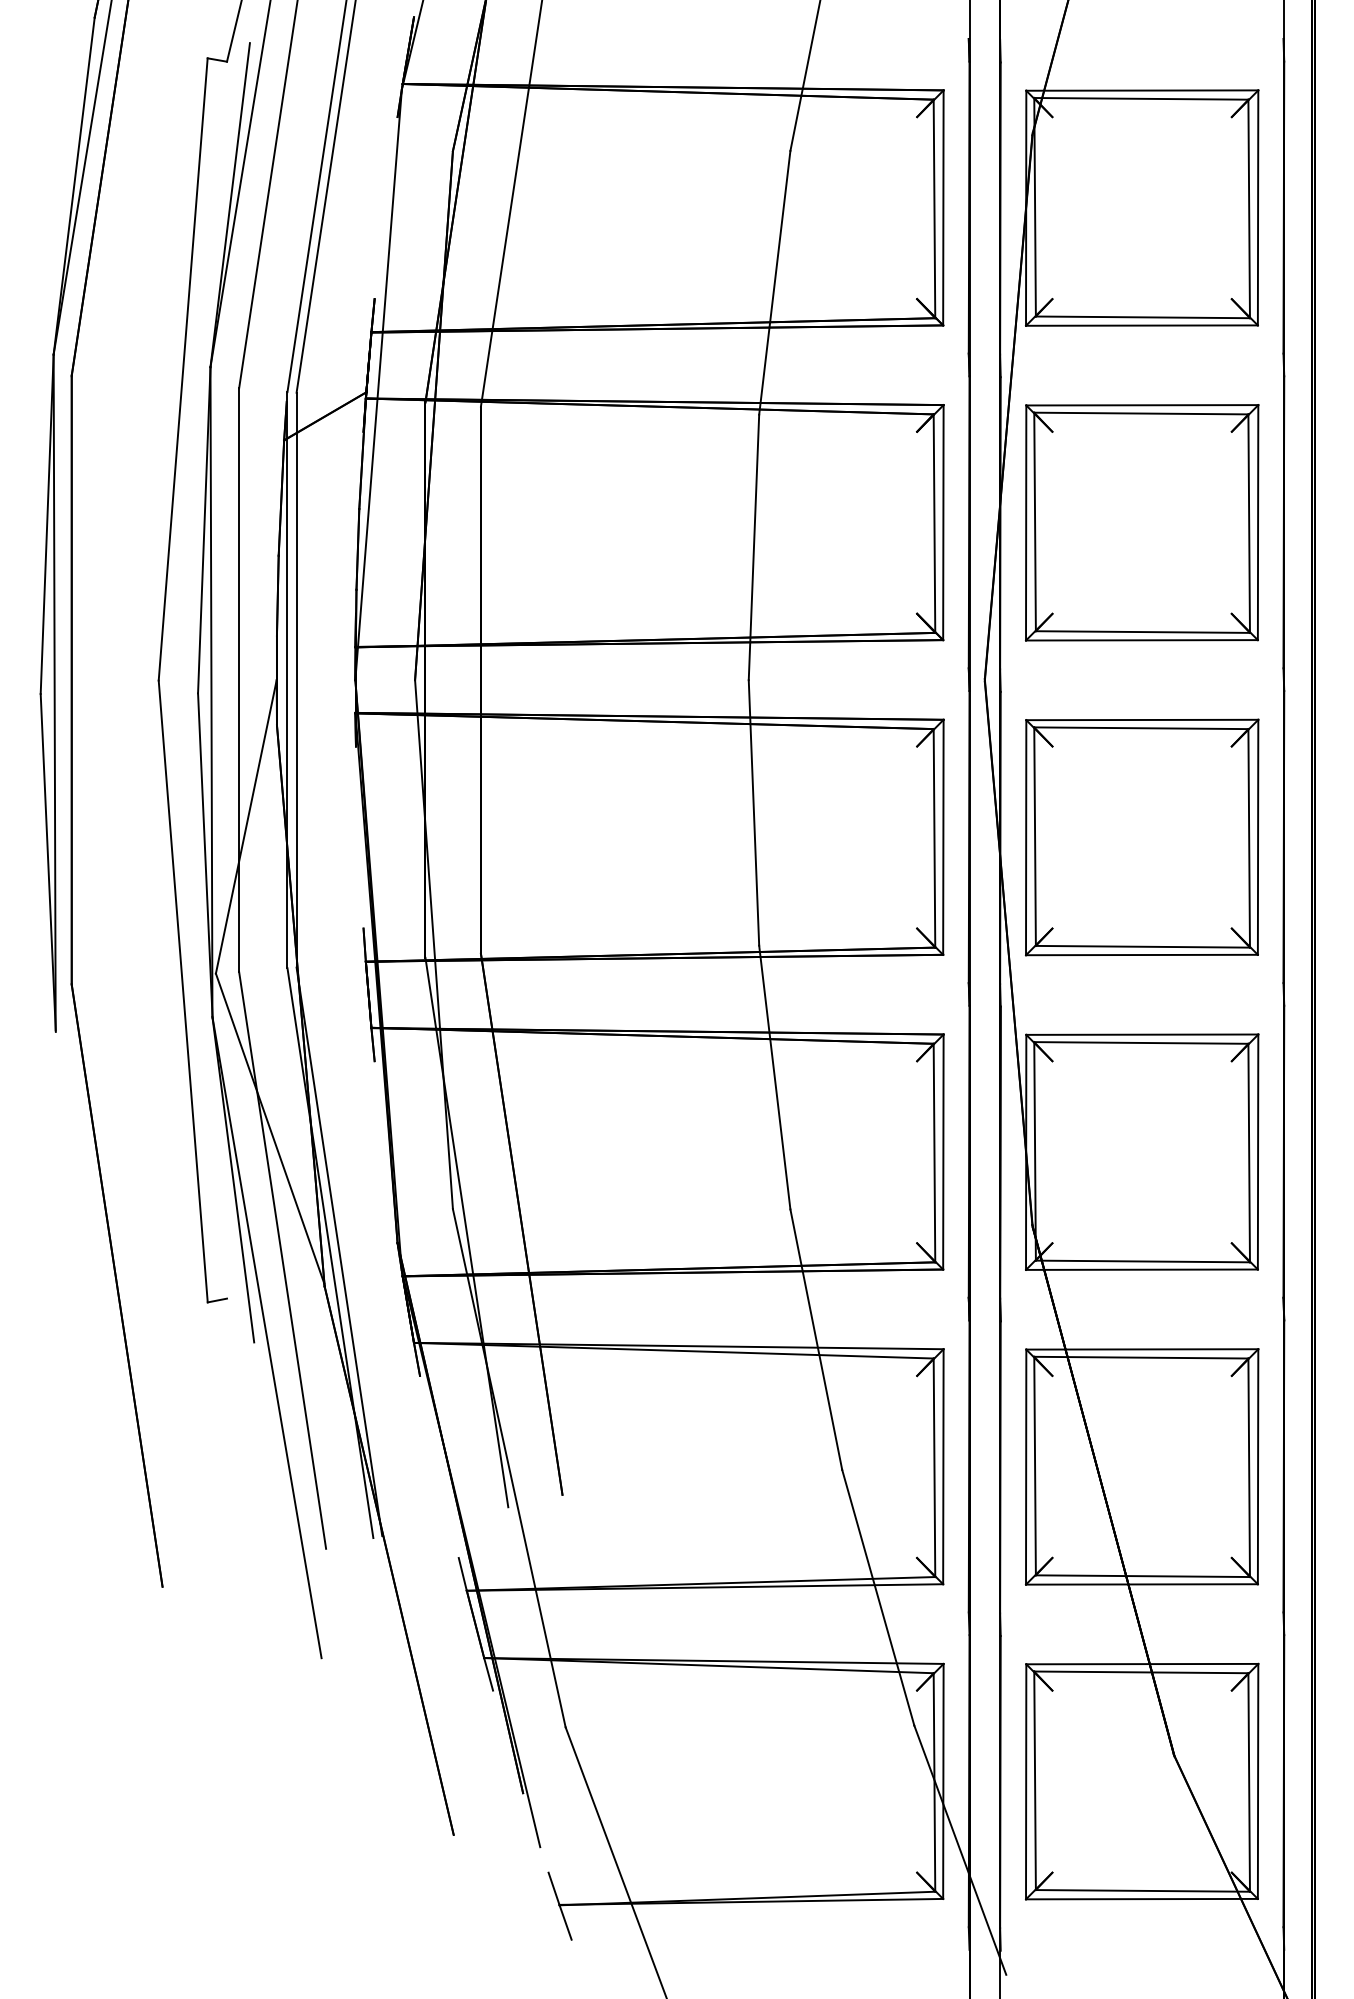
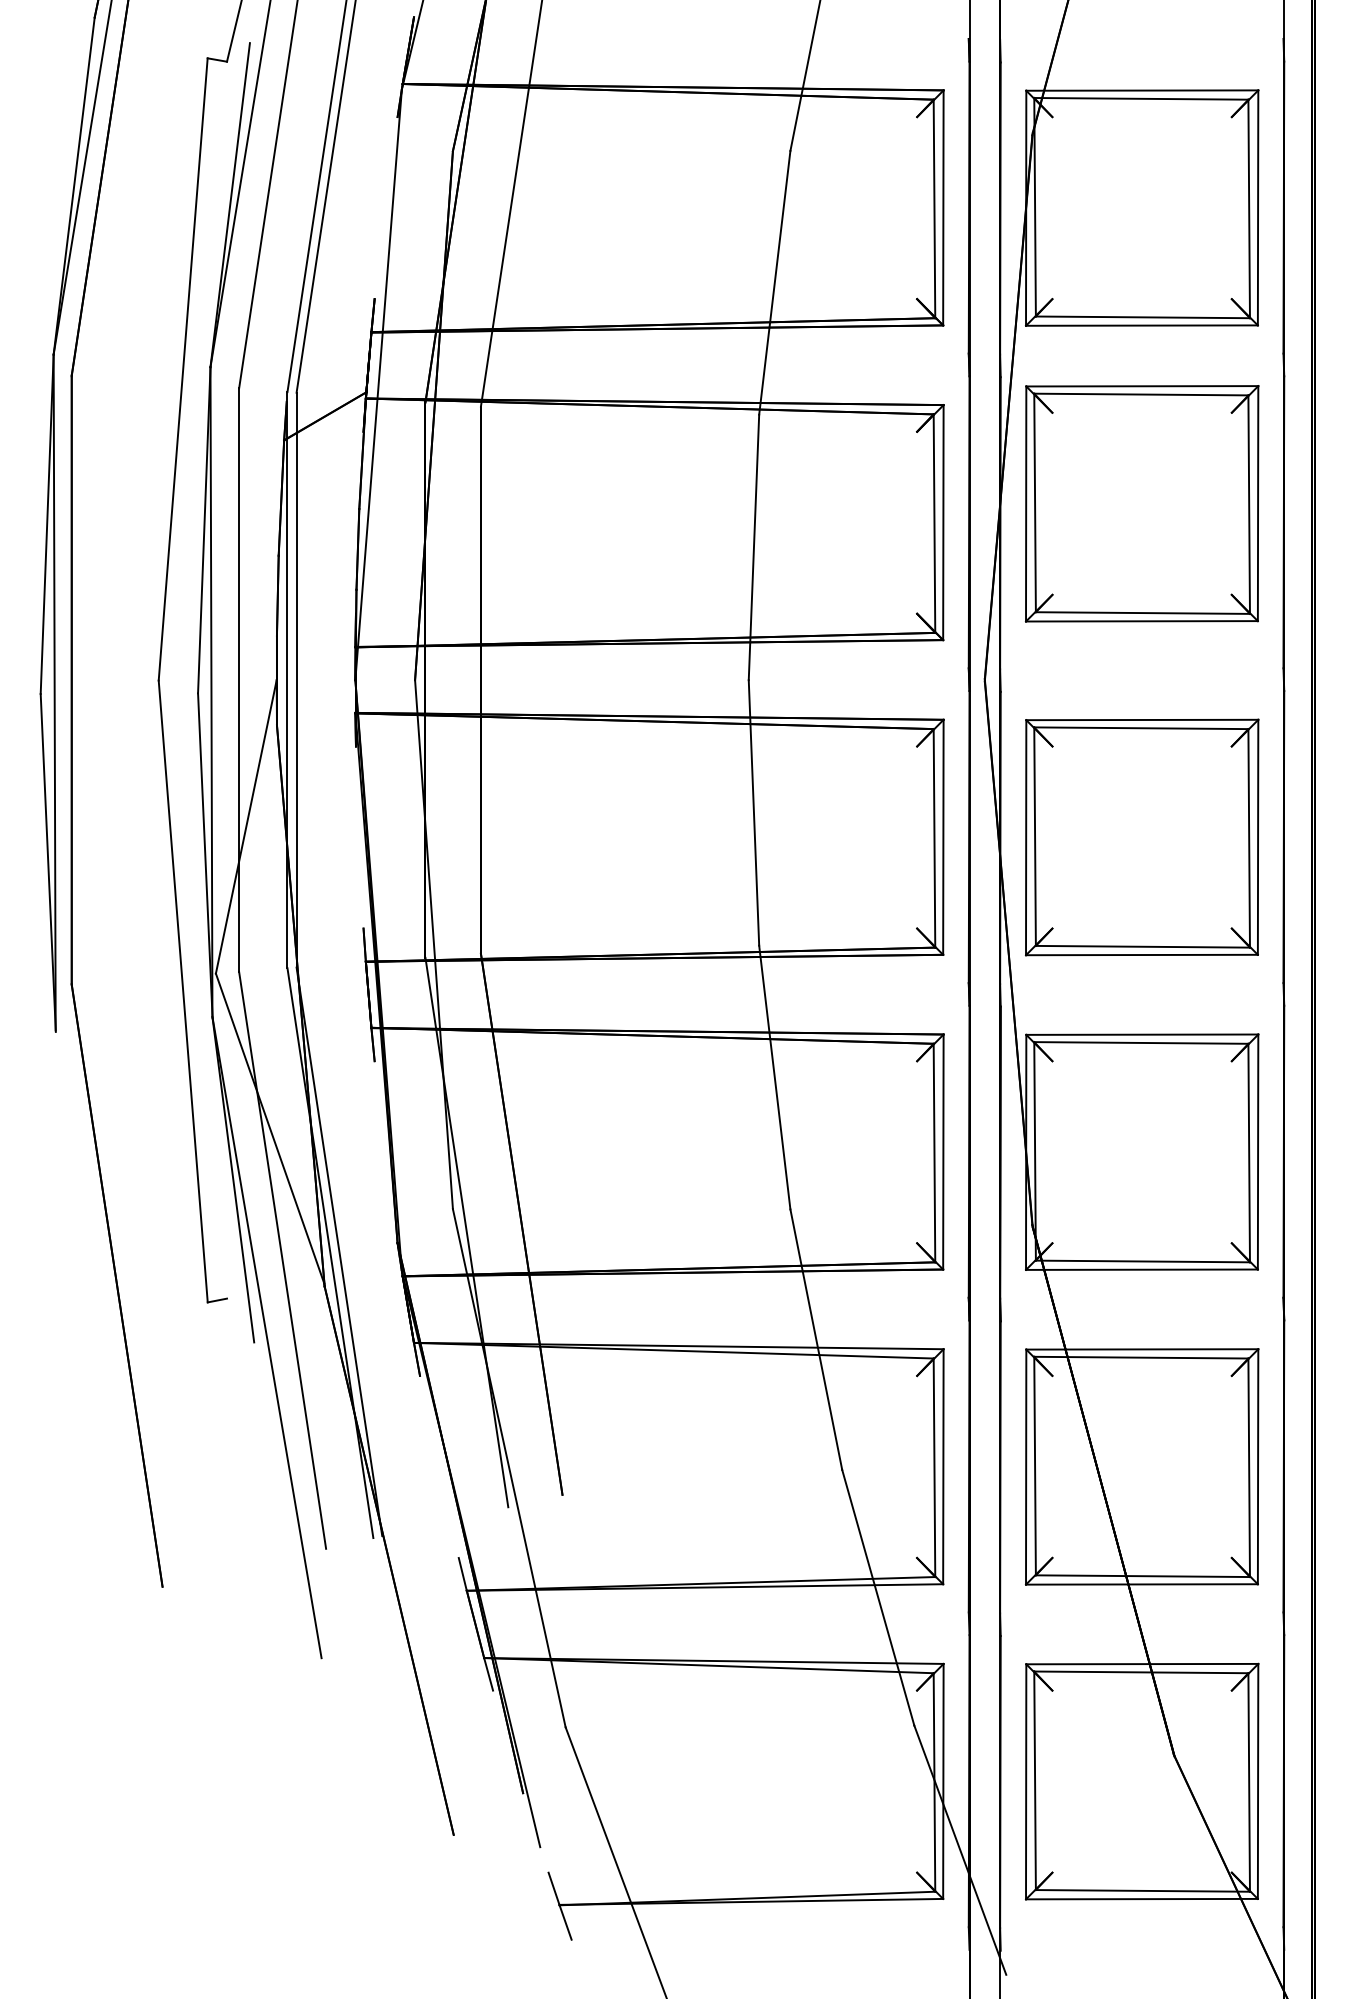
part at (1142, 522) position: (1142, 522) -> (1142, 503)
